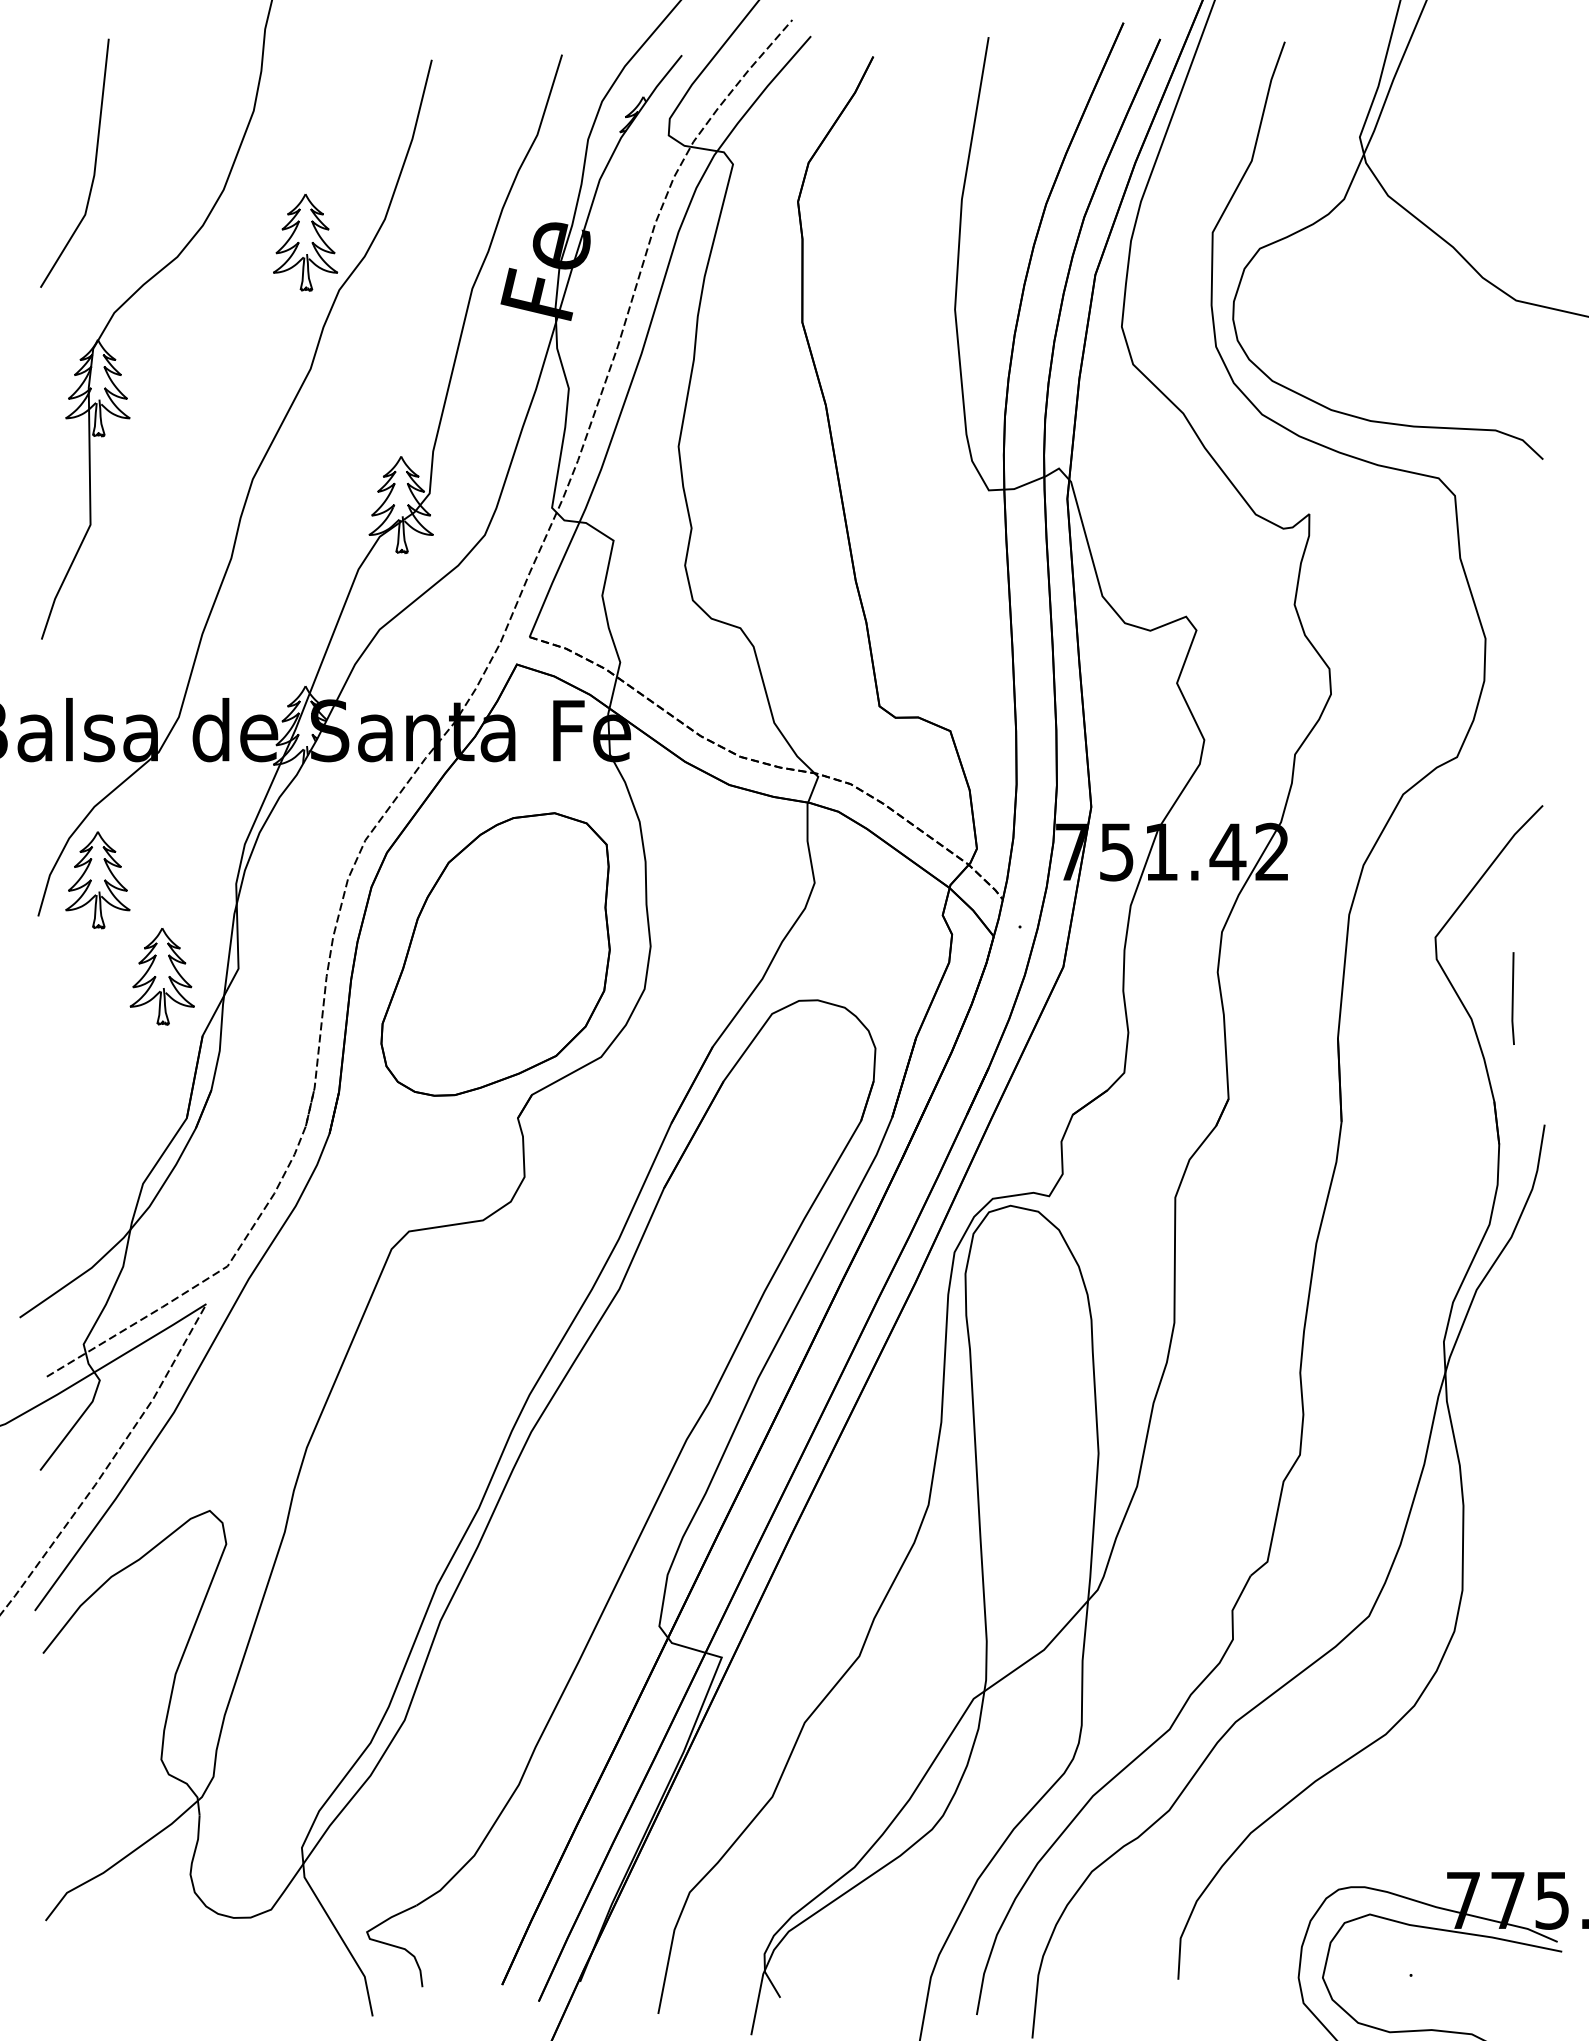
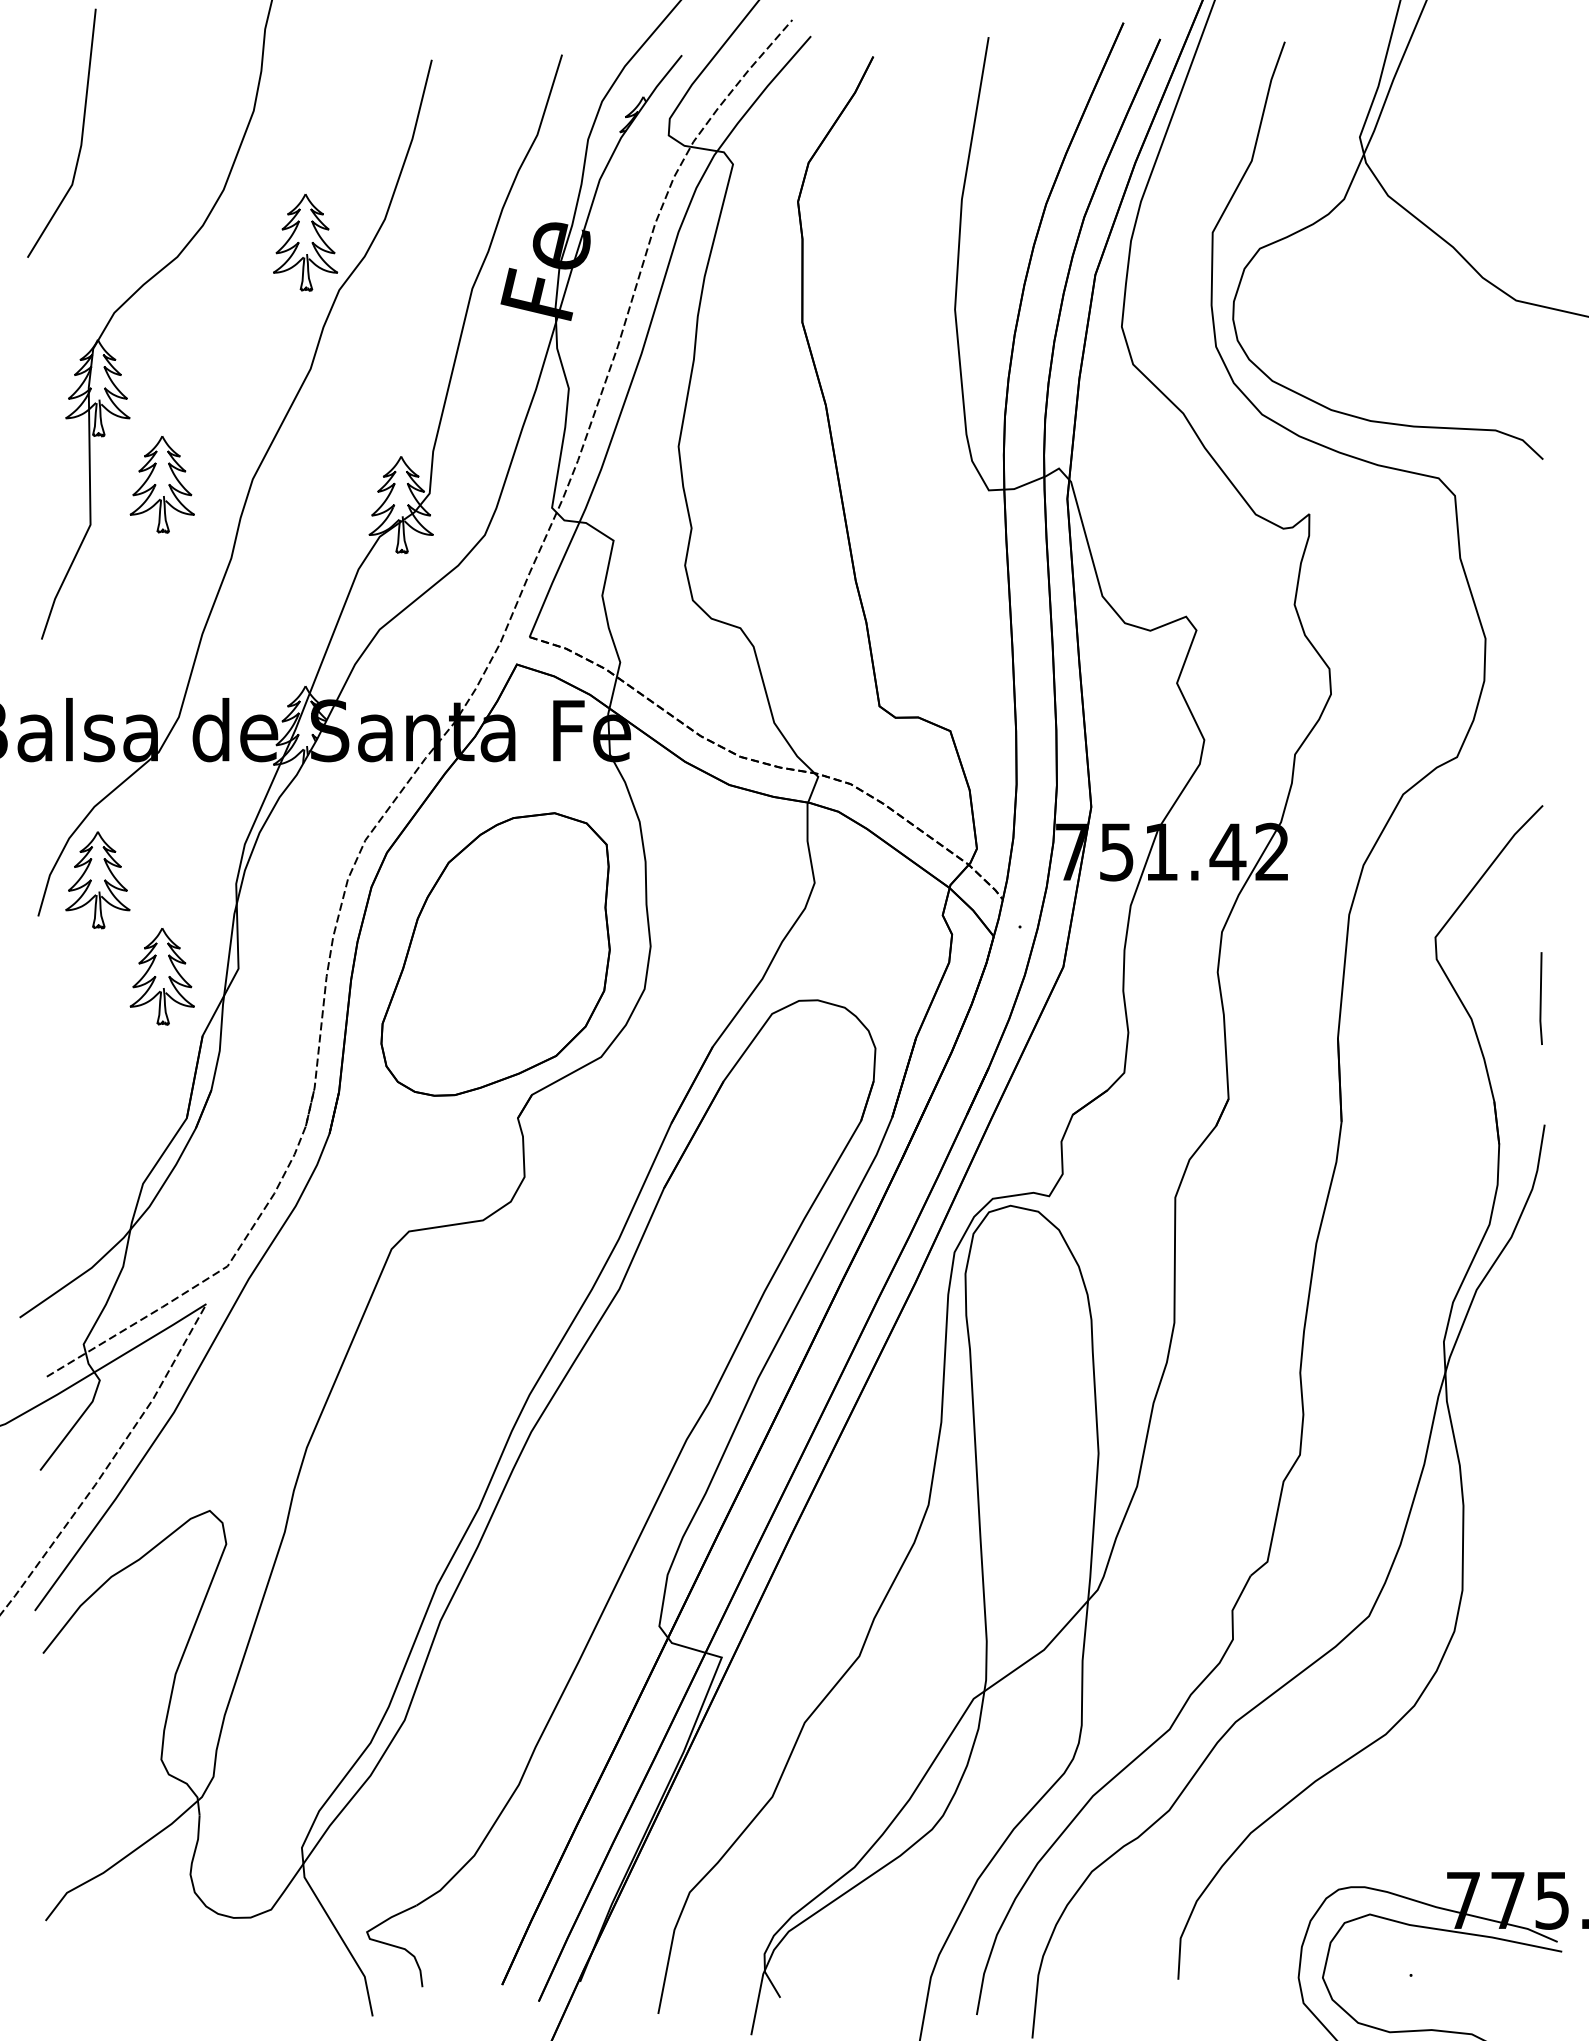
line at (94, 162) position: (94, 162) -> (81, 132)
part at (161, 484): none -> present
line at (1512, 998) position: (1512, 998) -> (1540, 998)
